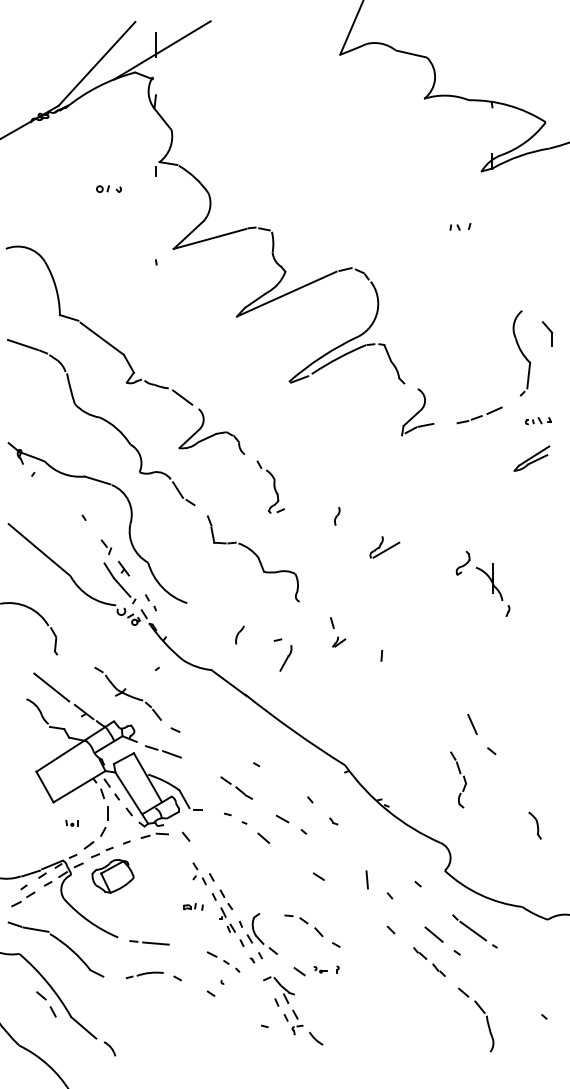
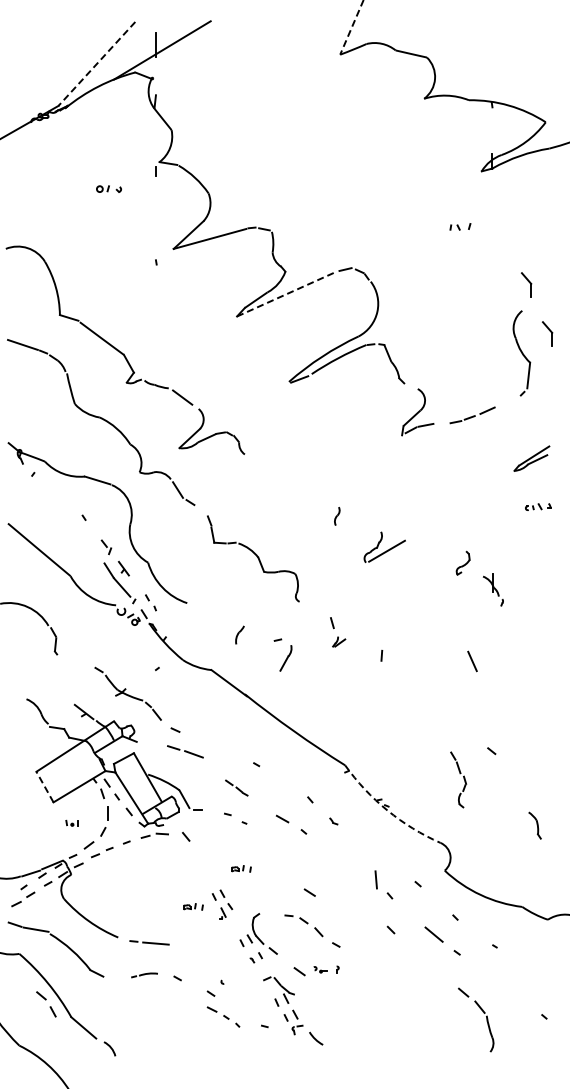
line at (351, 28): solid -> dashed
line at (96, 63): solid -> dashed
part at (526, 284): none -> present
line at (286, 294): solid -> dashed
part at (479, 415) position: (479, 415) -> (472, 415)
part at (538, 420) position: (538, 420) -> (538, 506)
part at (270, 486): present -> none
part at (384, 547) size: 32x23 px -> 43x32 px
part at (493, 589) size: 35x54 px -> 21x34 px
line at (51, 687): present -> none
line at (472, 724) position: (472, 724) -> (472, 661)
line at (163, 751) position: (163, 751) -> (185, 751)
line at (45, 787): solid -> dashed
part at (236, 787) size: 34x24 px -> 24x18 px
arc at (387, 810): solid -> dashed
line at (263, 837): present -> none
part at (241, 868): none -> present
part at (203, 873): present -> none
part at (112, 876): present -> none
line at (318, 876) position: (318, 876) -> (309, 892)
line at (366, 879) position: (366, 879) -> (375, 879)
part at (234, 926): present -> none
line at (473, 930): present -> none
part at (223, 961) position: (223, 961) -> (223, 1016)
part at (429, 961): present -> none
part at (144, 975) size: 39x9 px -> 27x7 px
